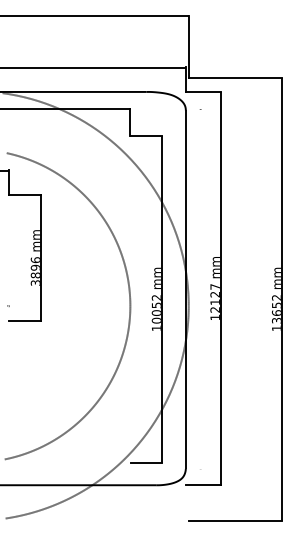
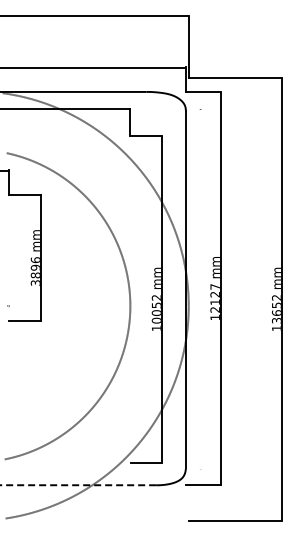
line at (78, 485): solid -> dashed
